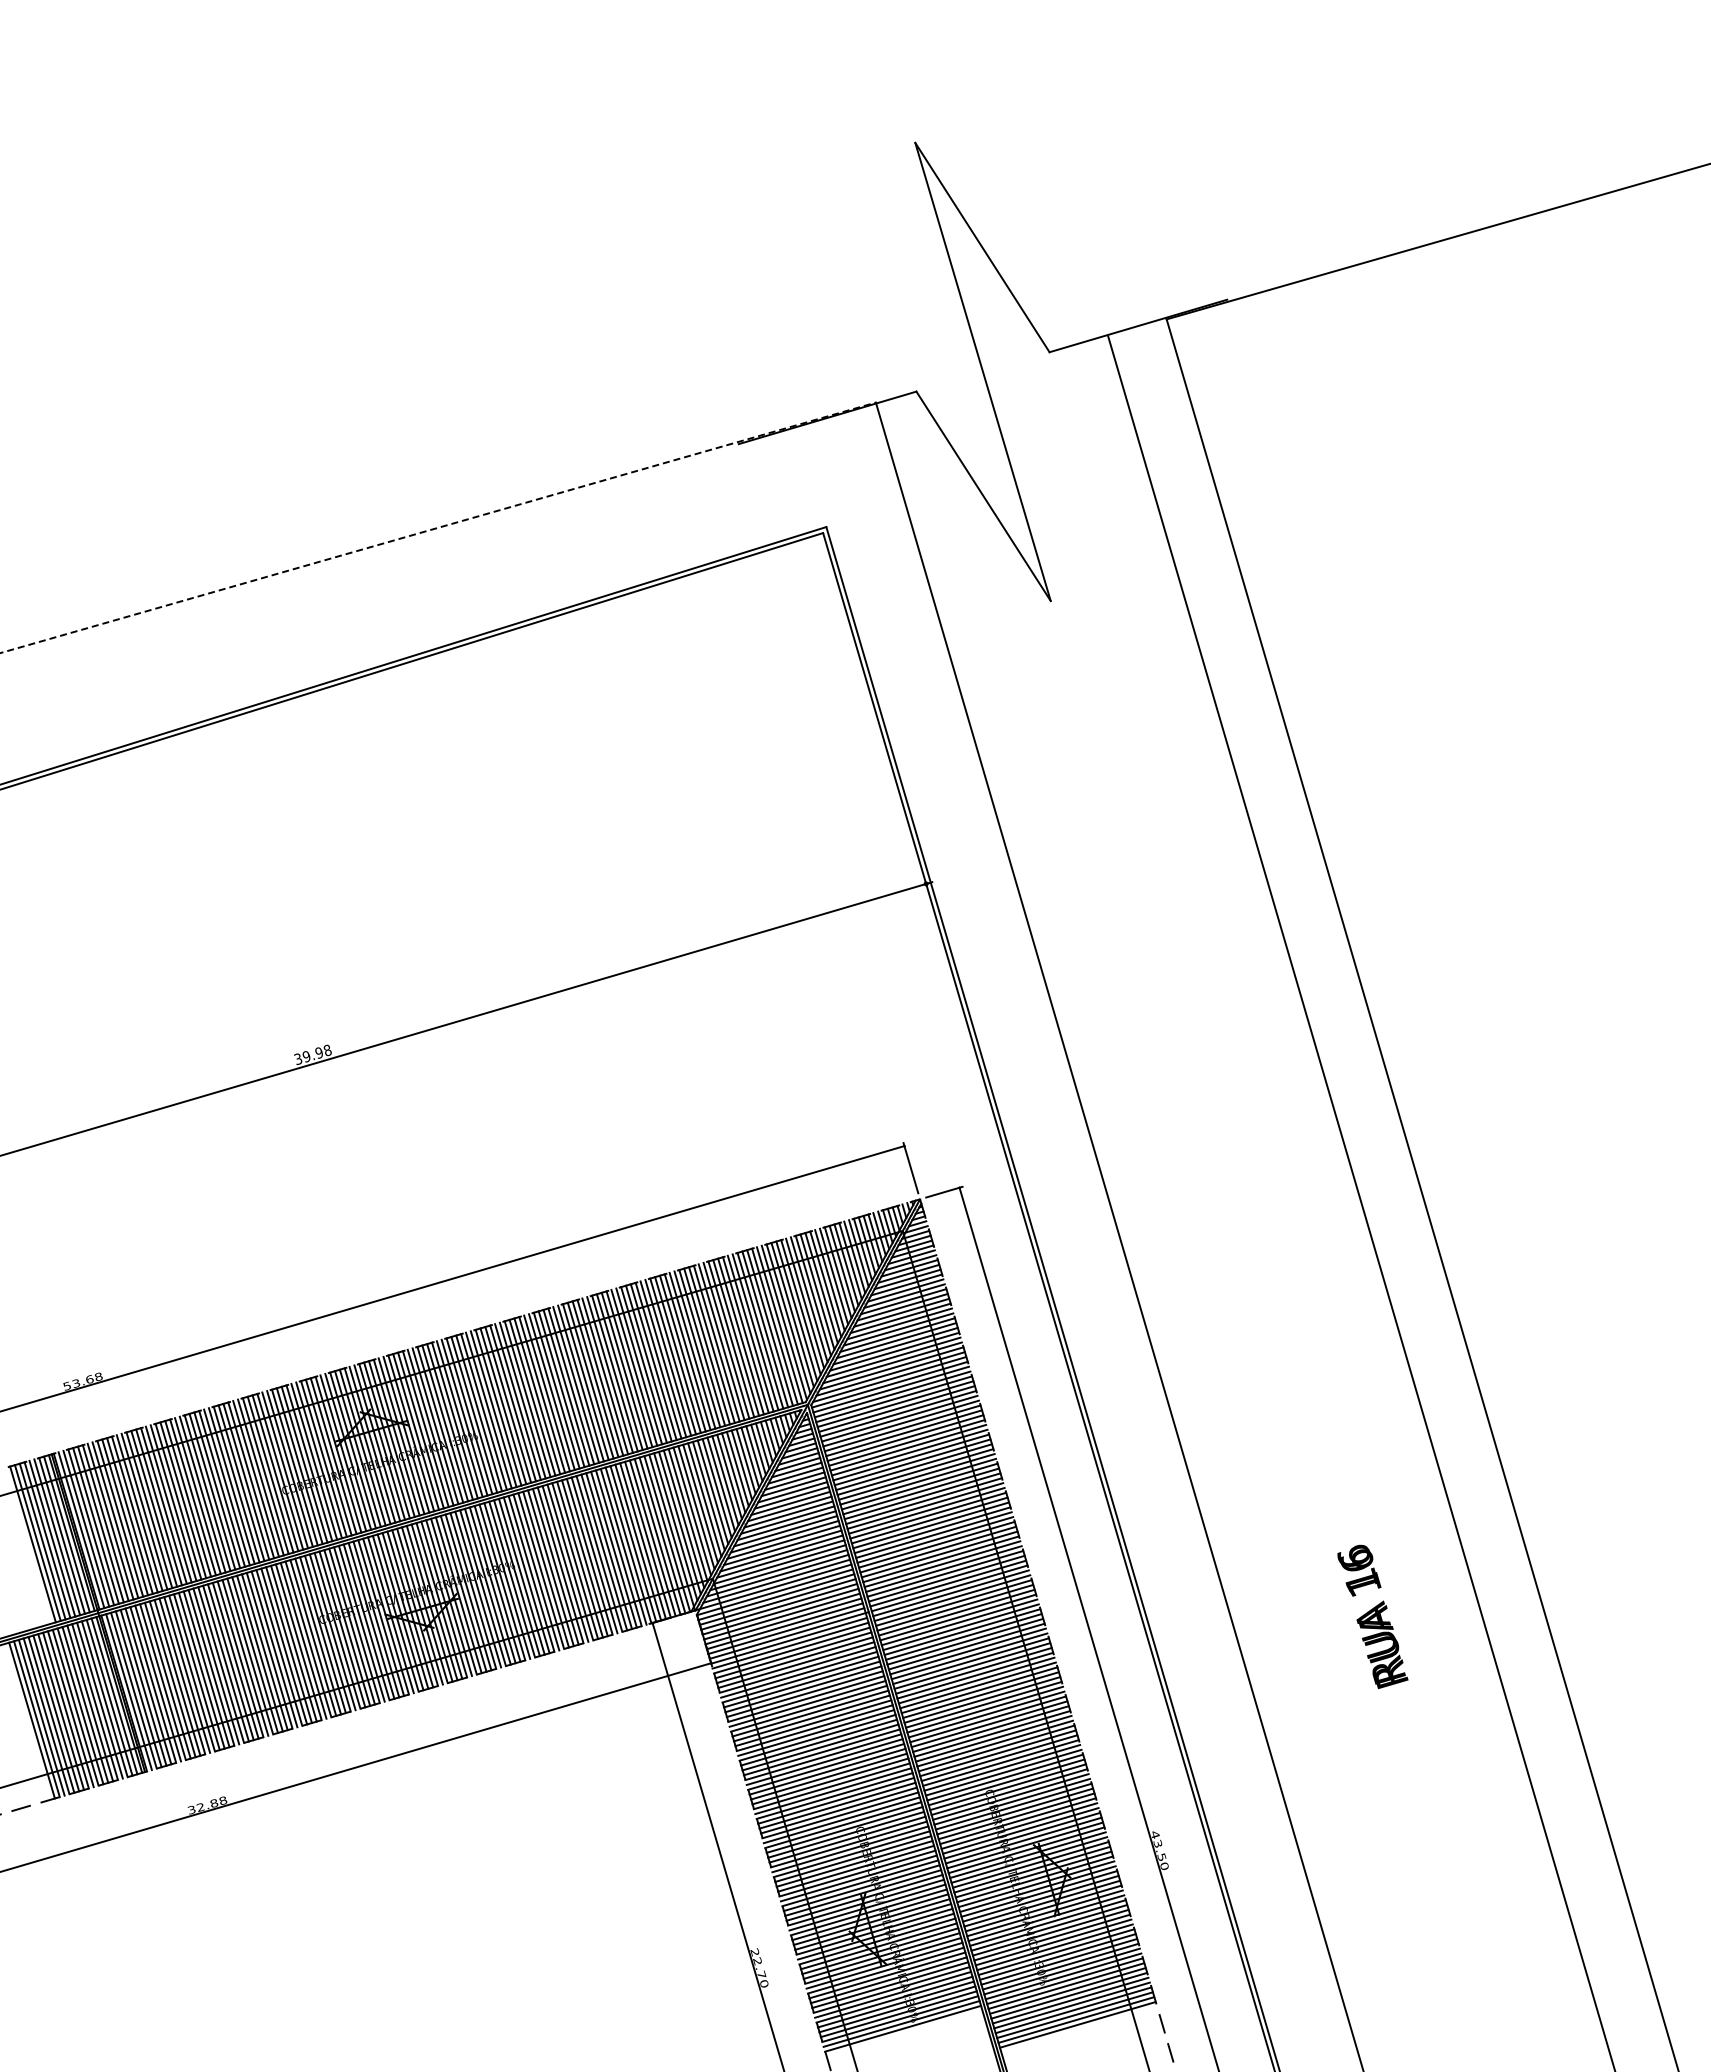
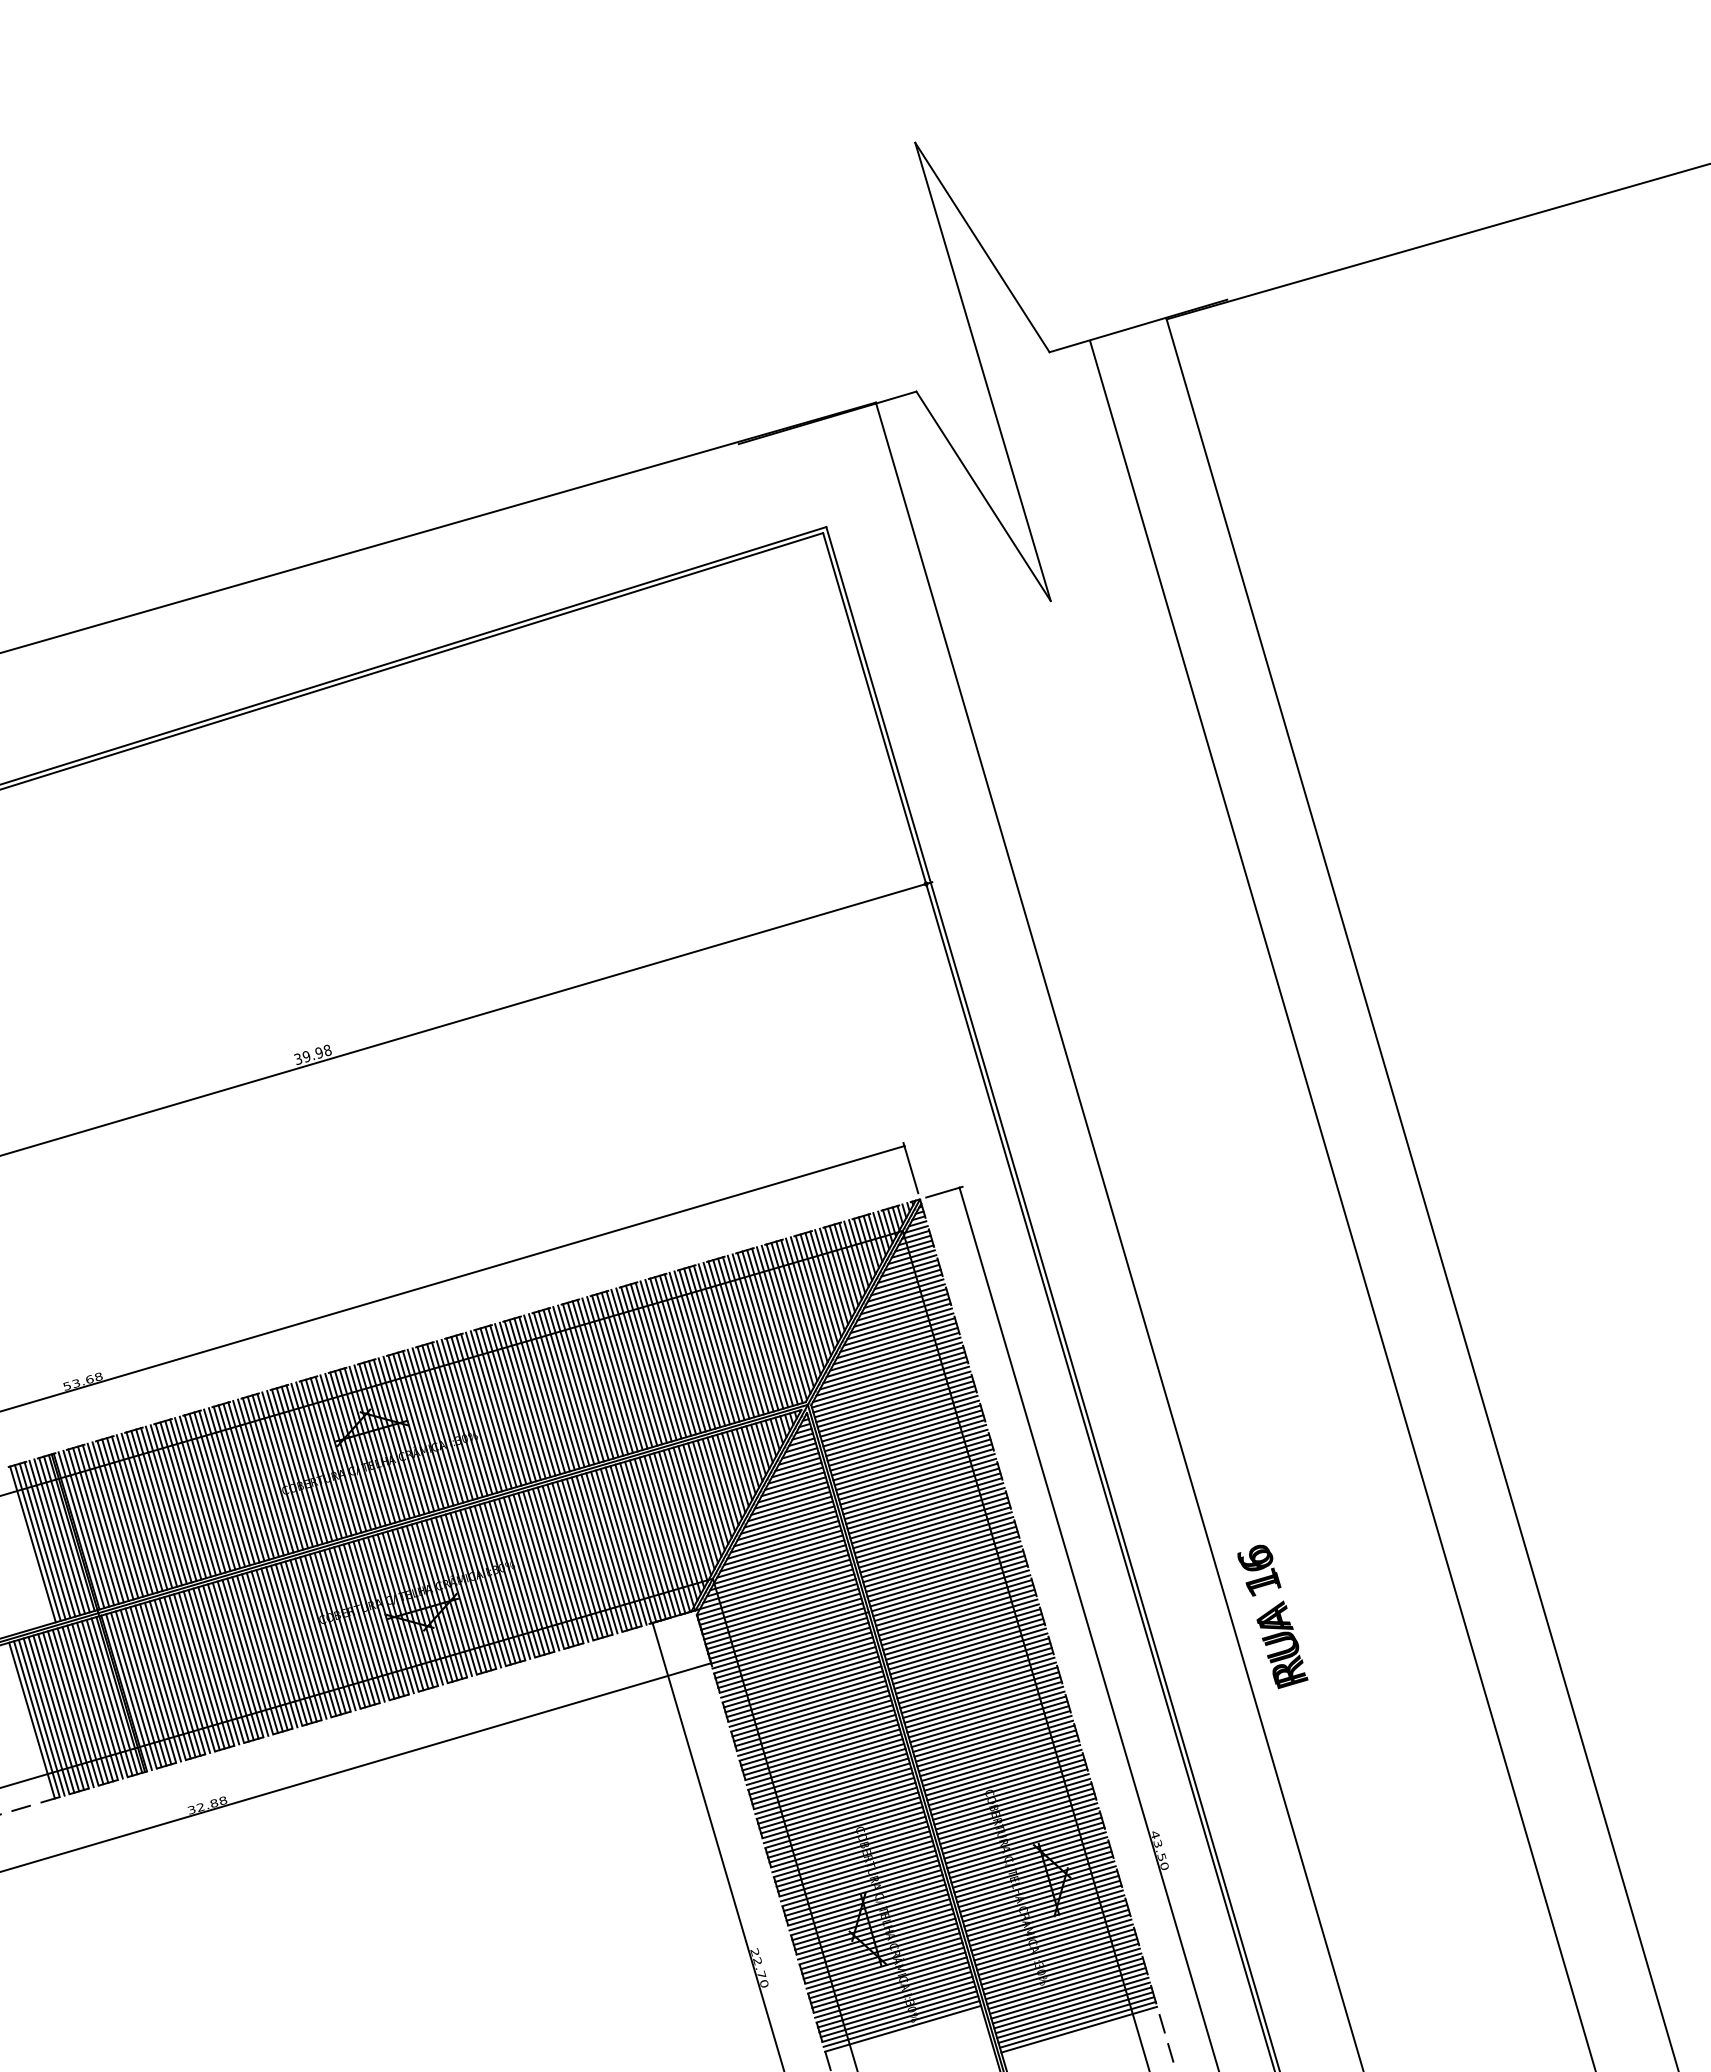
line at (438, 527): dashed -> solid
line at (1361, 1202) position: (1361, 1202) -> (1342, 1204)
text at (1372, 1616) position: (1372, 1616) -> (1272, 1616)
line at (1079, 2029): none -> present
